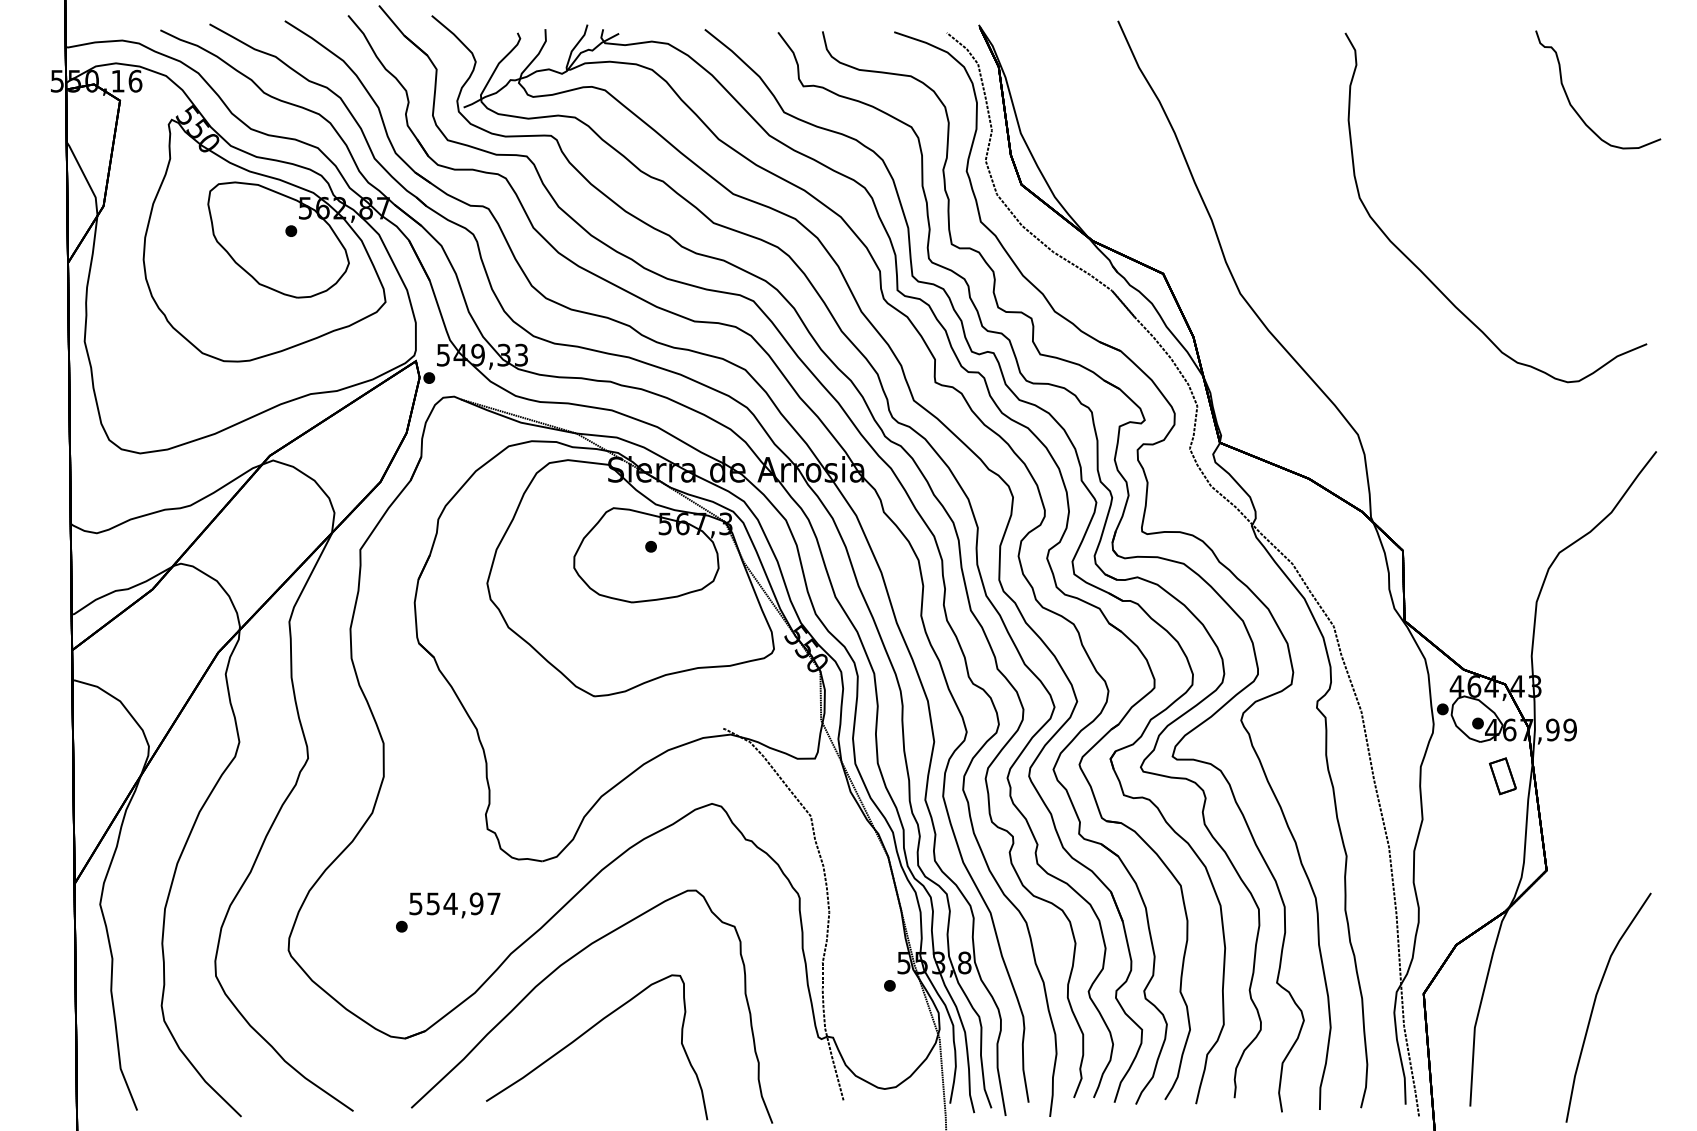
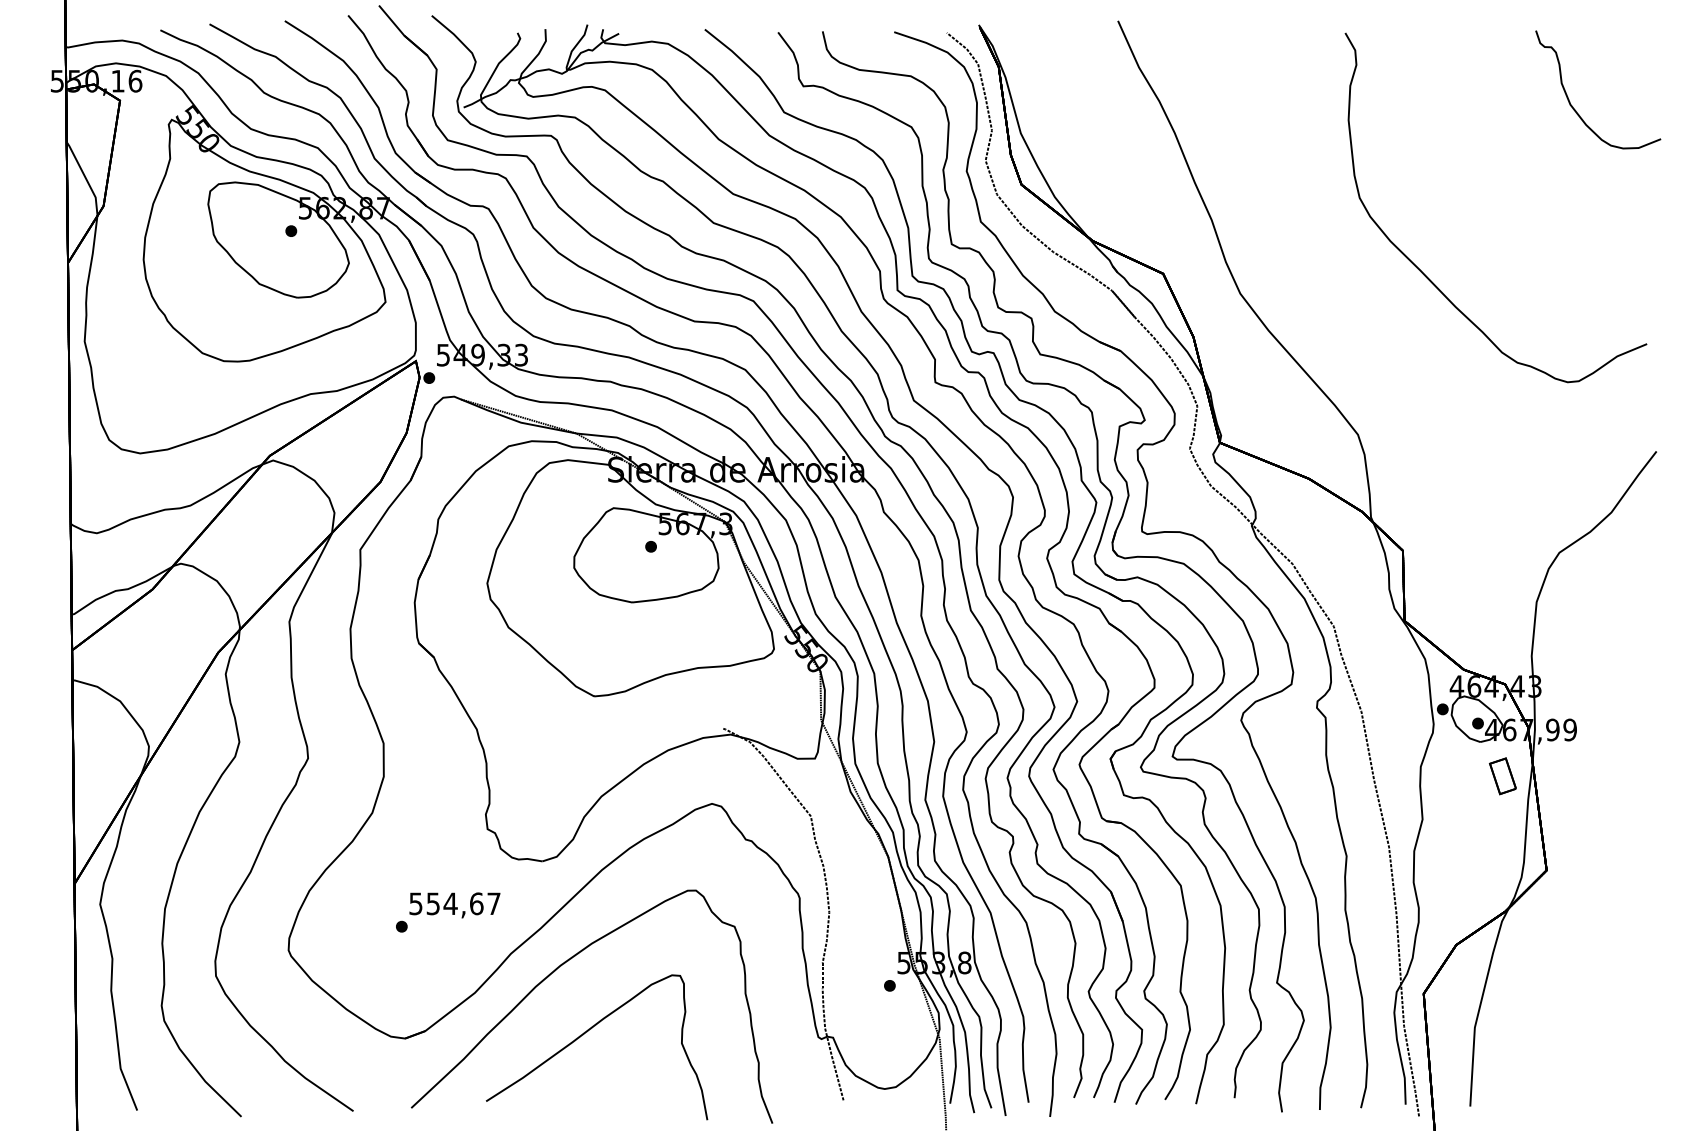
text at (476, 903): 554,97 -> 554,67
curve at (1595, 1003): present -> none
